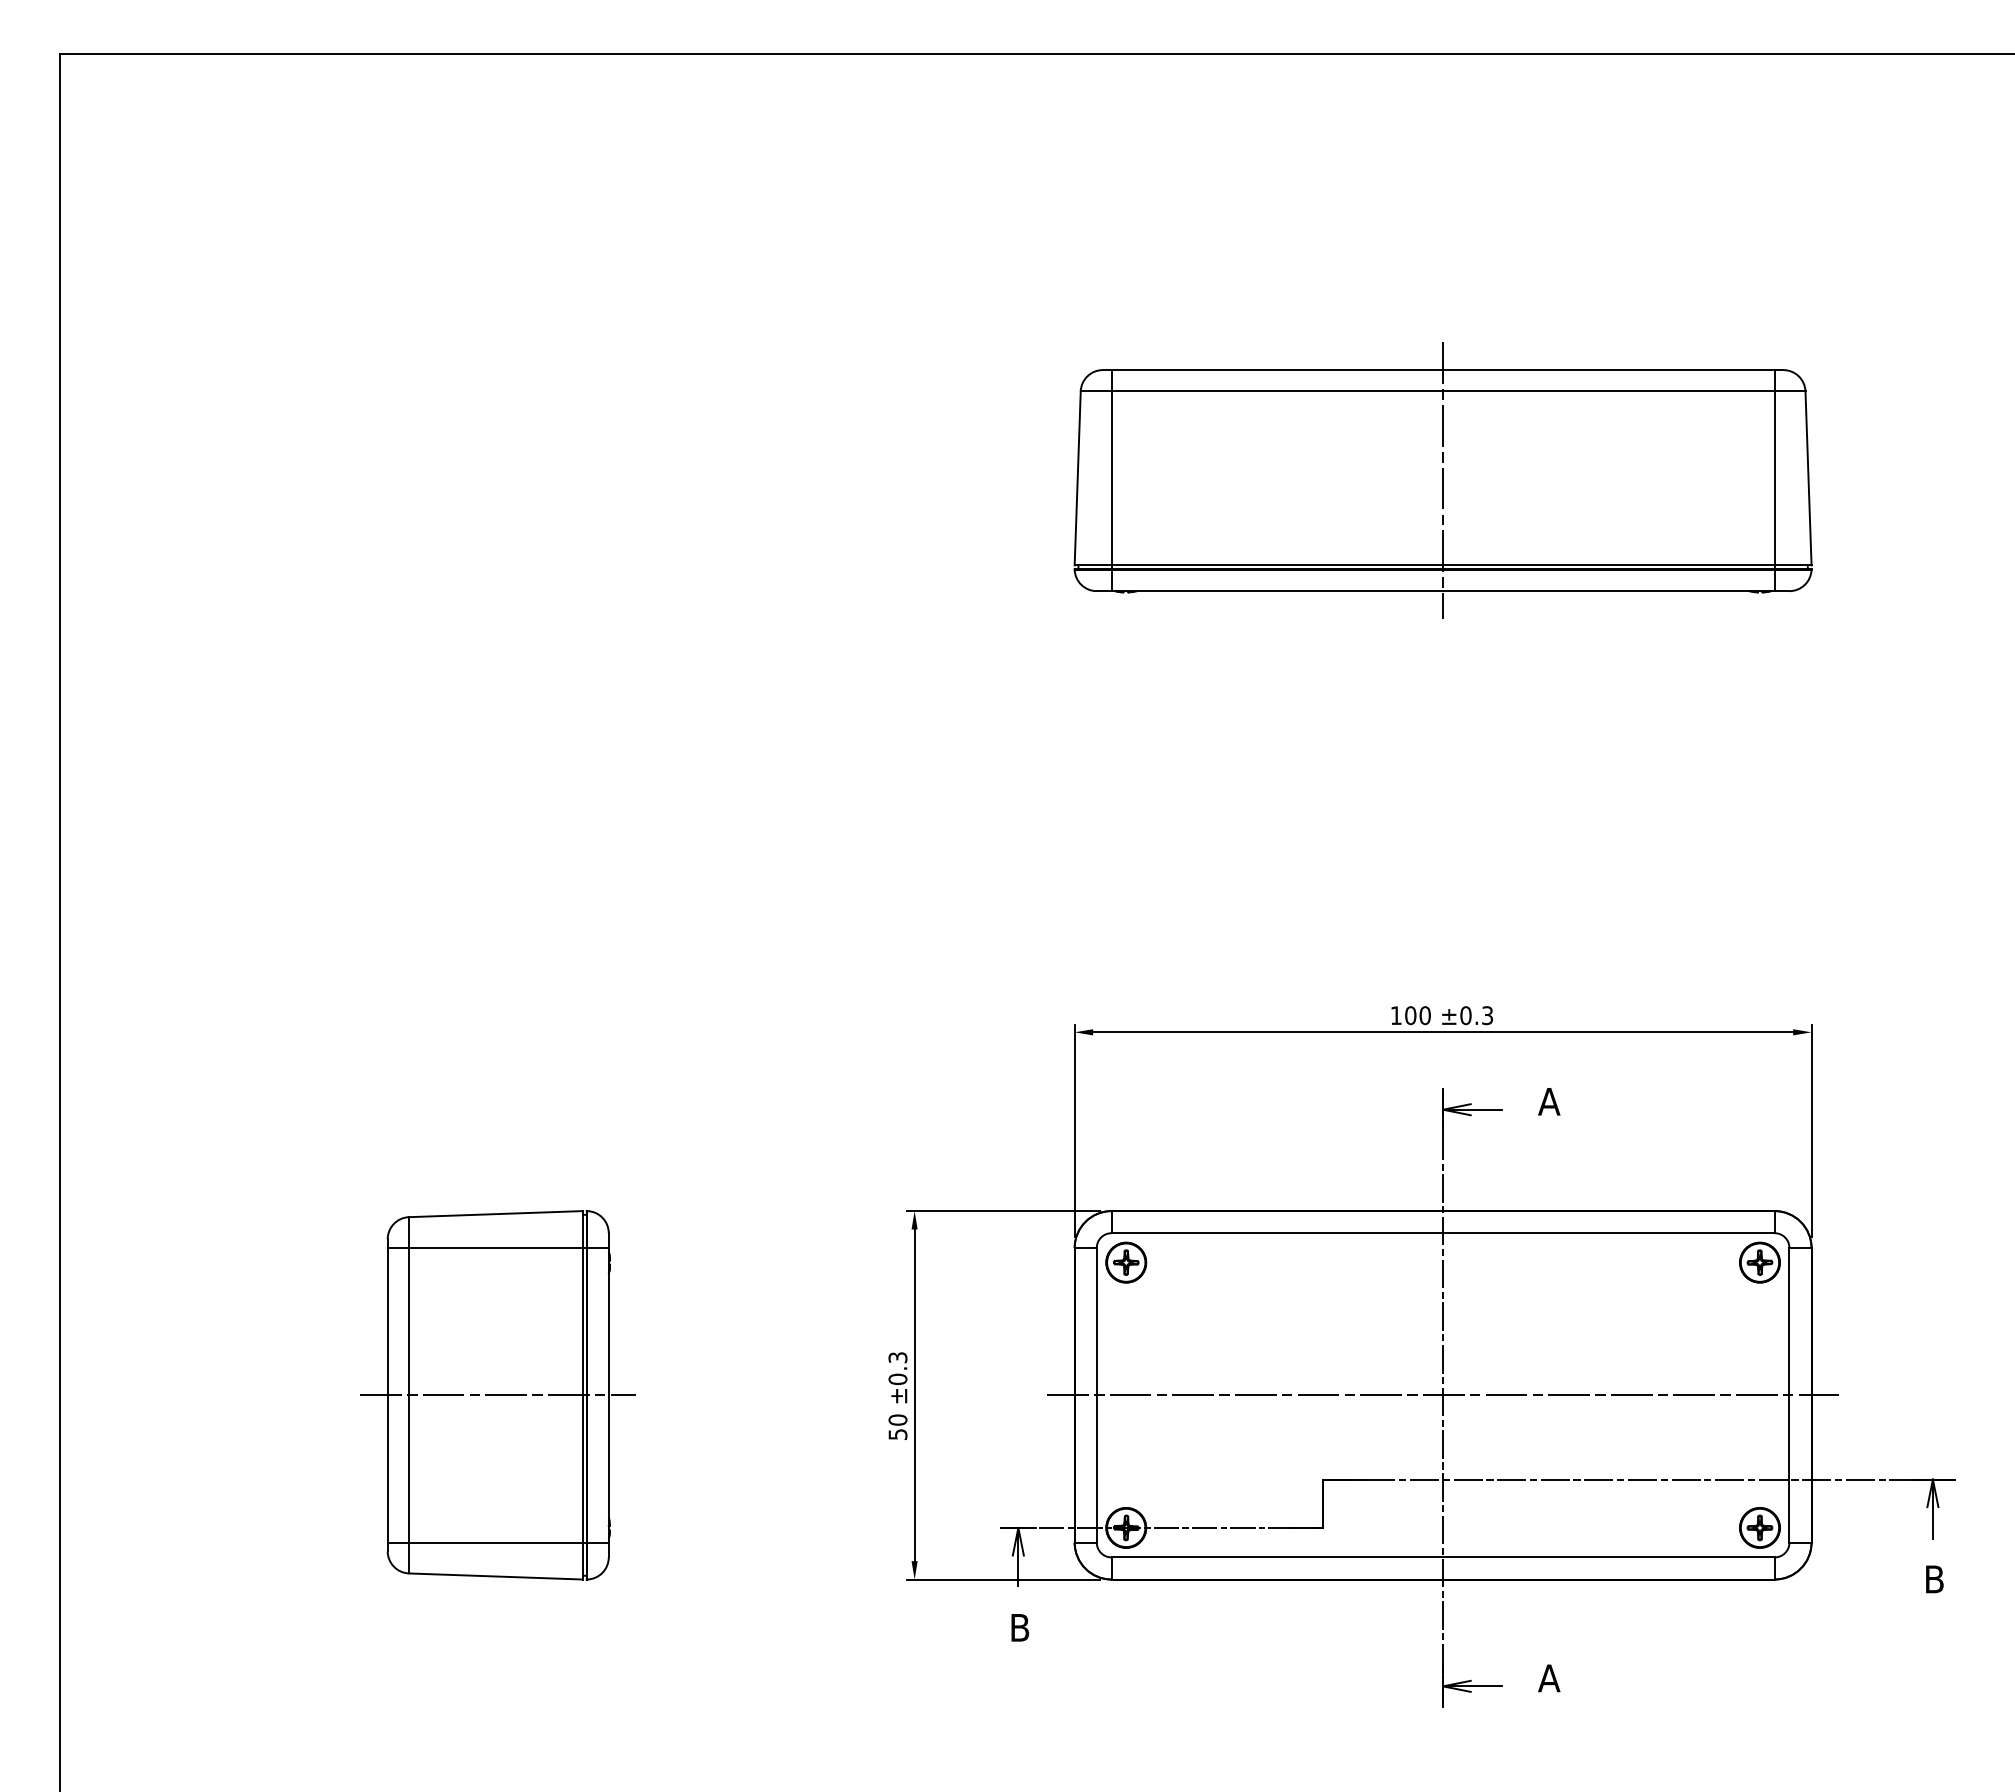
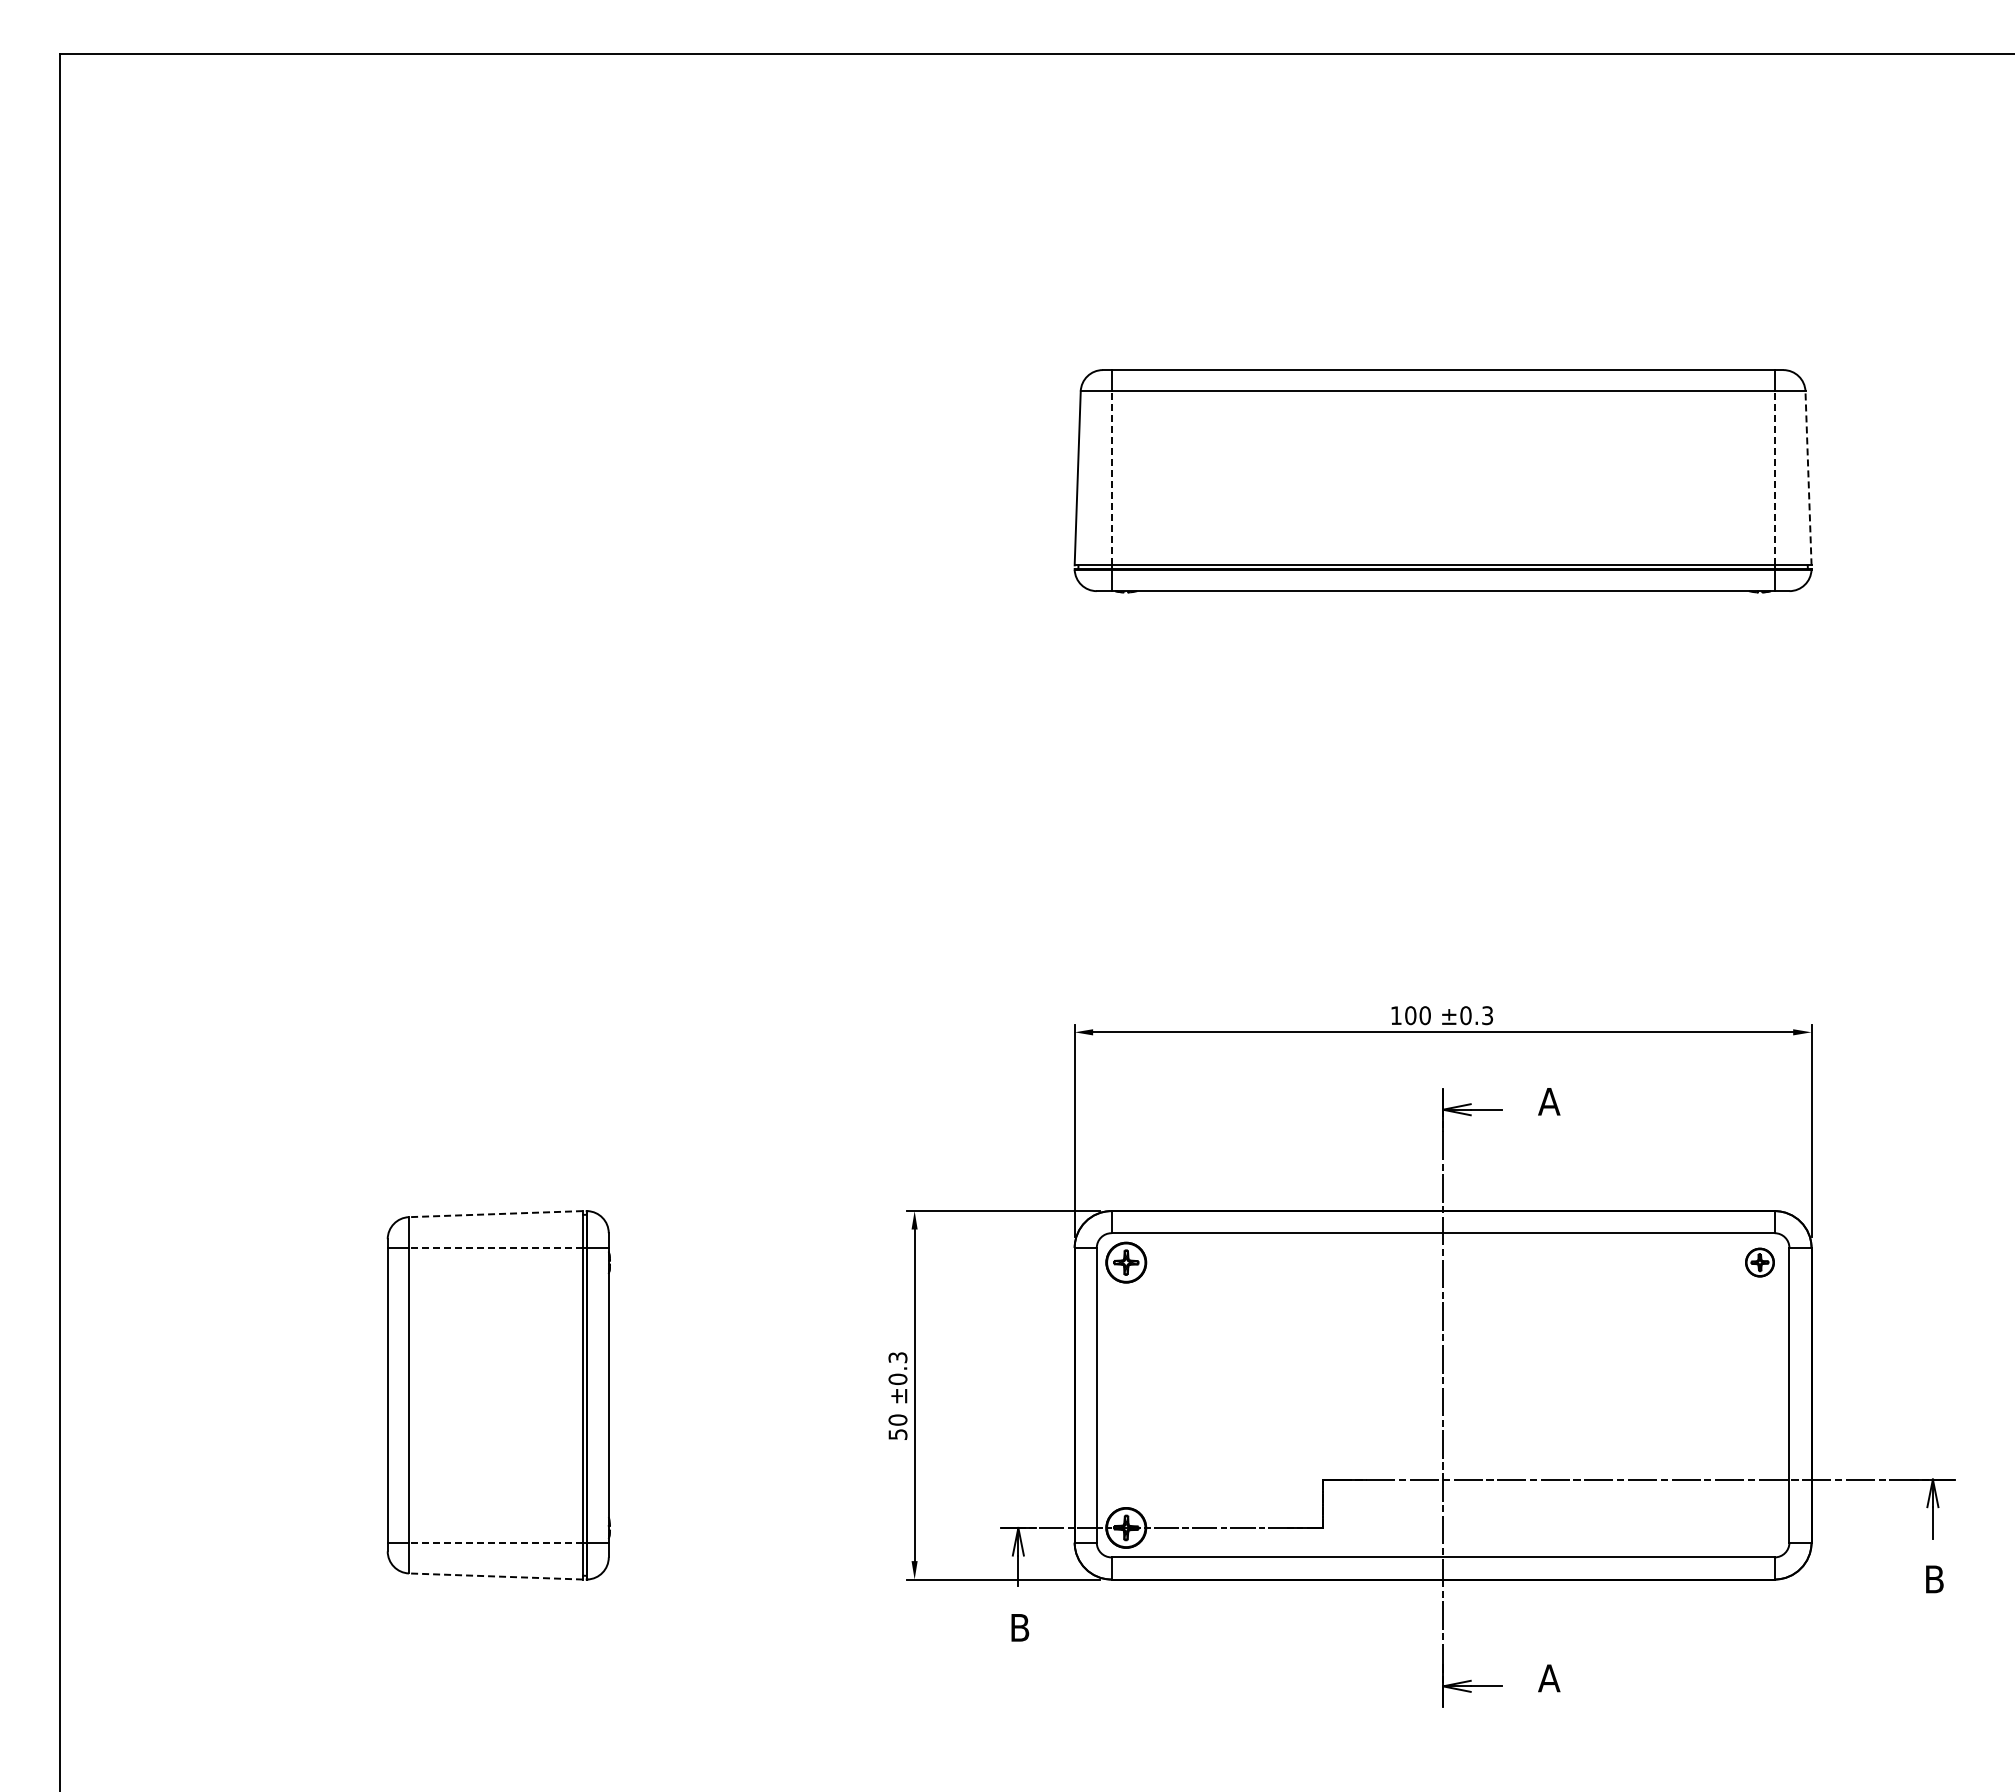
line at (1808, 477): solid -> dashed
line at (1111, 478): solid -> dashed
line at (1774, 478): solid -> dashed
line at (1443, 480): present -> none
line at (495, 1214): solid -> dashed
line at (496, 1247): solid -> dashed
part at (1759, 1262) size: 42x43 px -> 30x31 px
line at (498, 1395): present -> none
line at (1443, 1395): present -> none
part at (1759, 1527): present -> none
line at (496, 1542): solid -> dashed
line at (495, 1576): solid -> dashed
